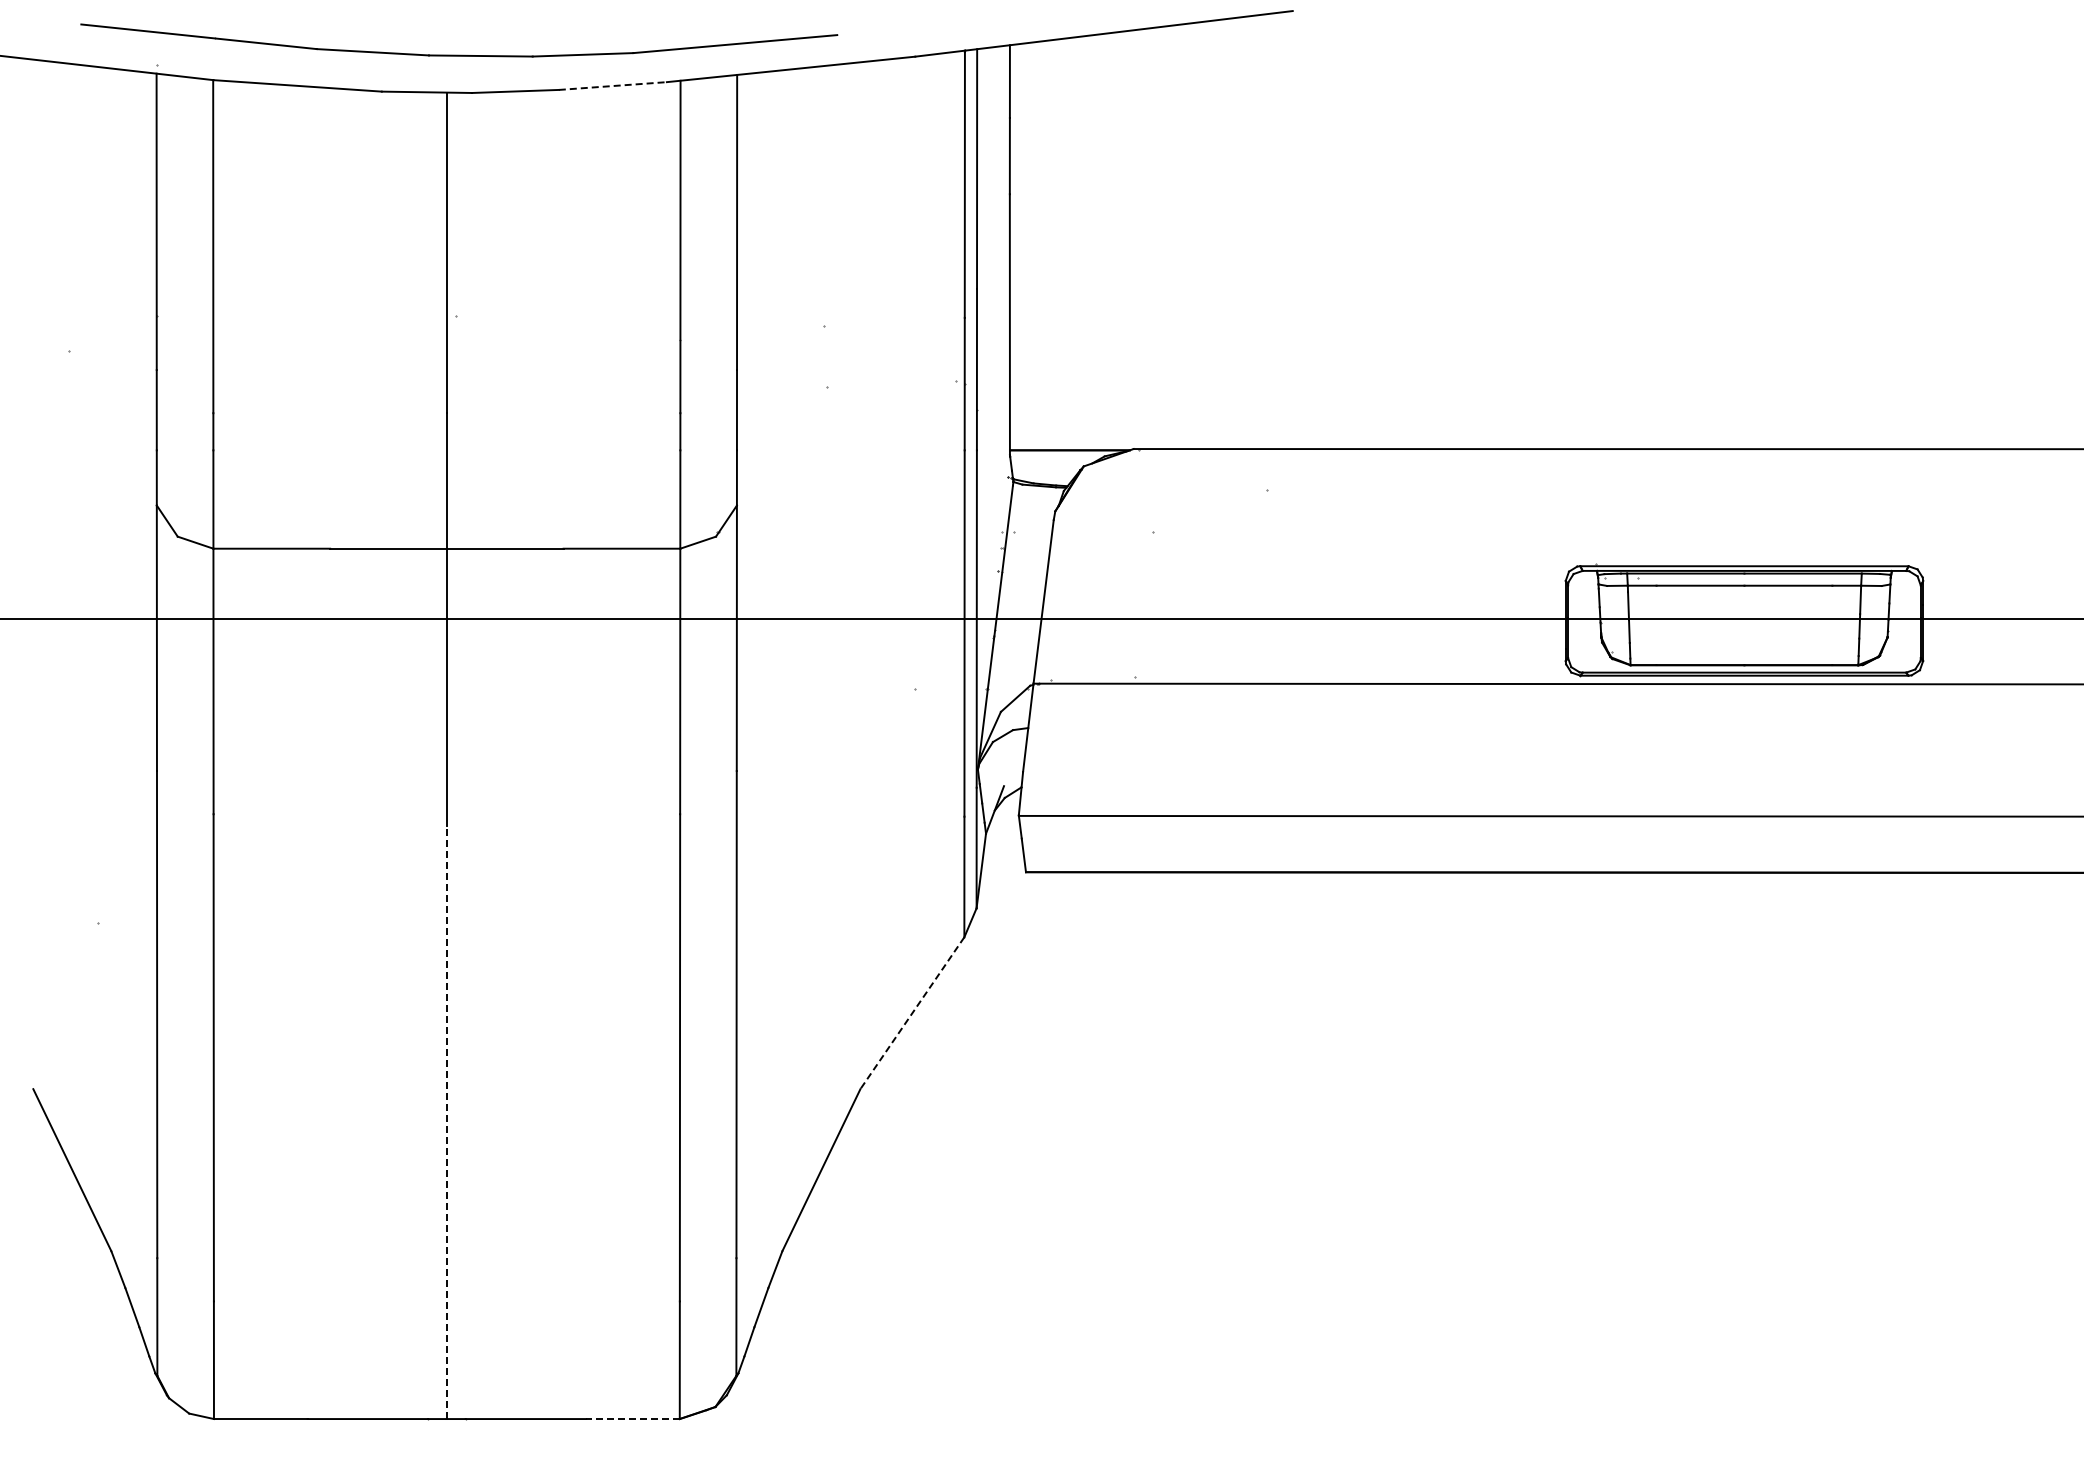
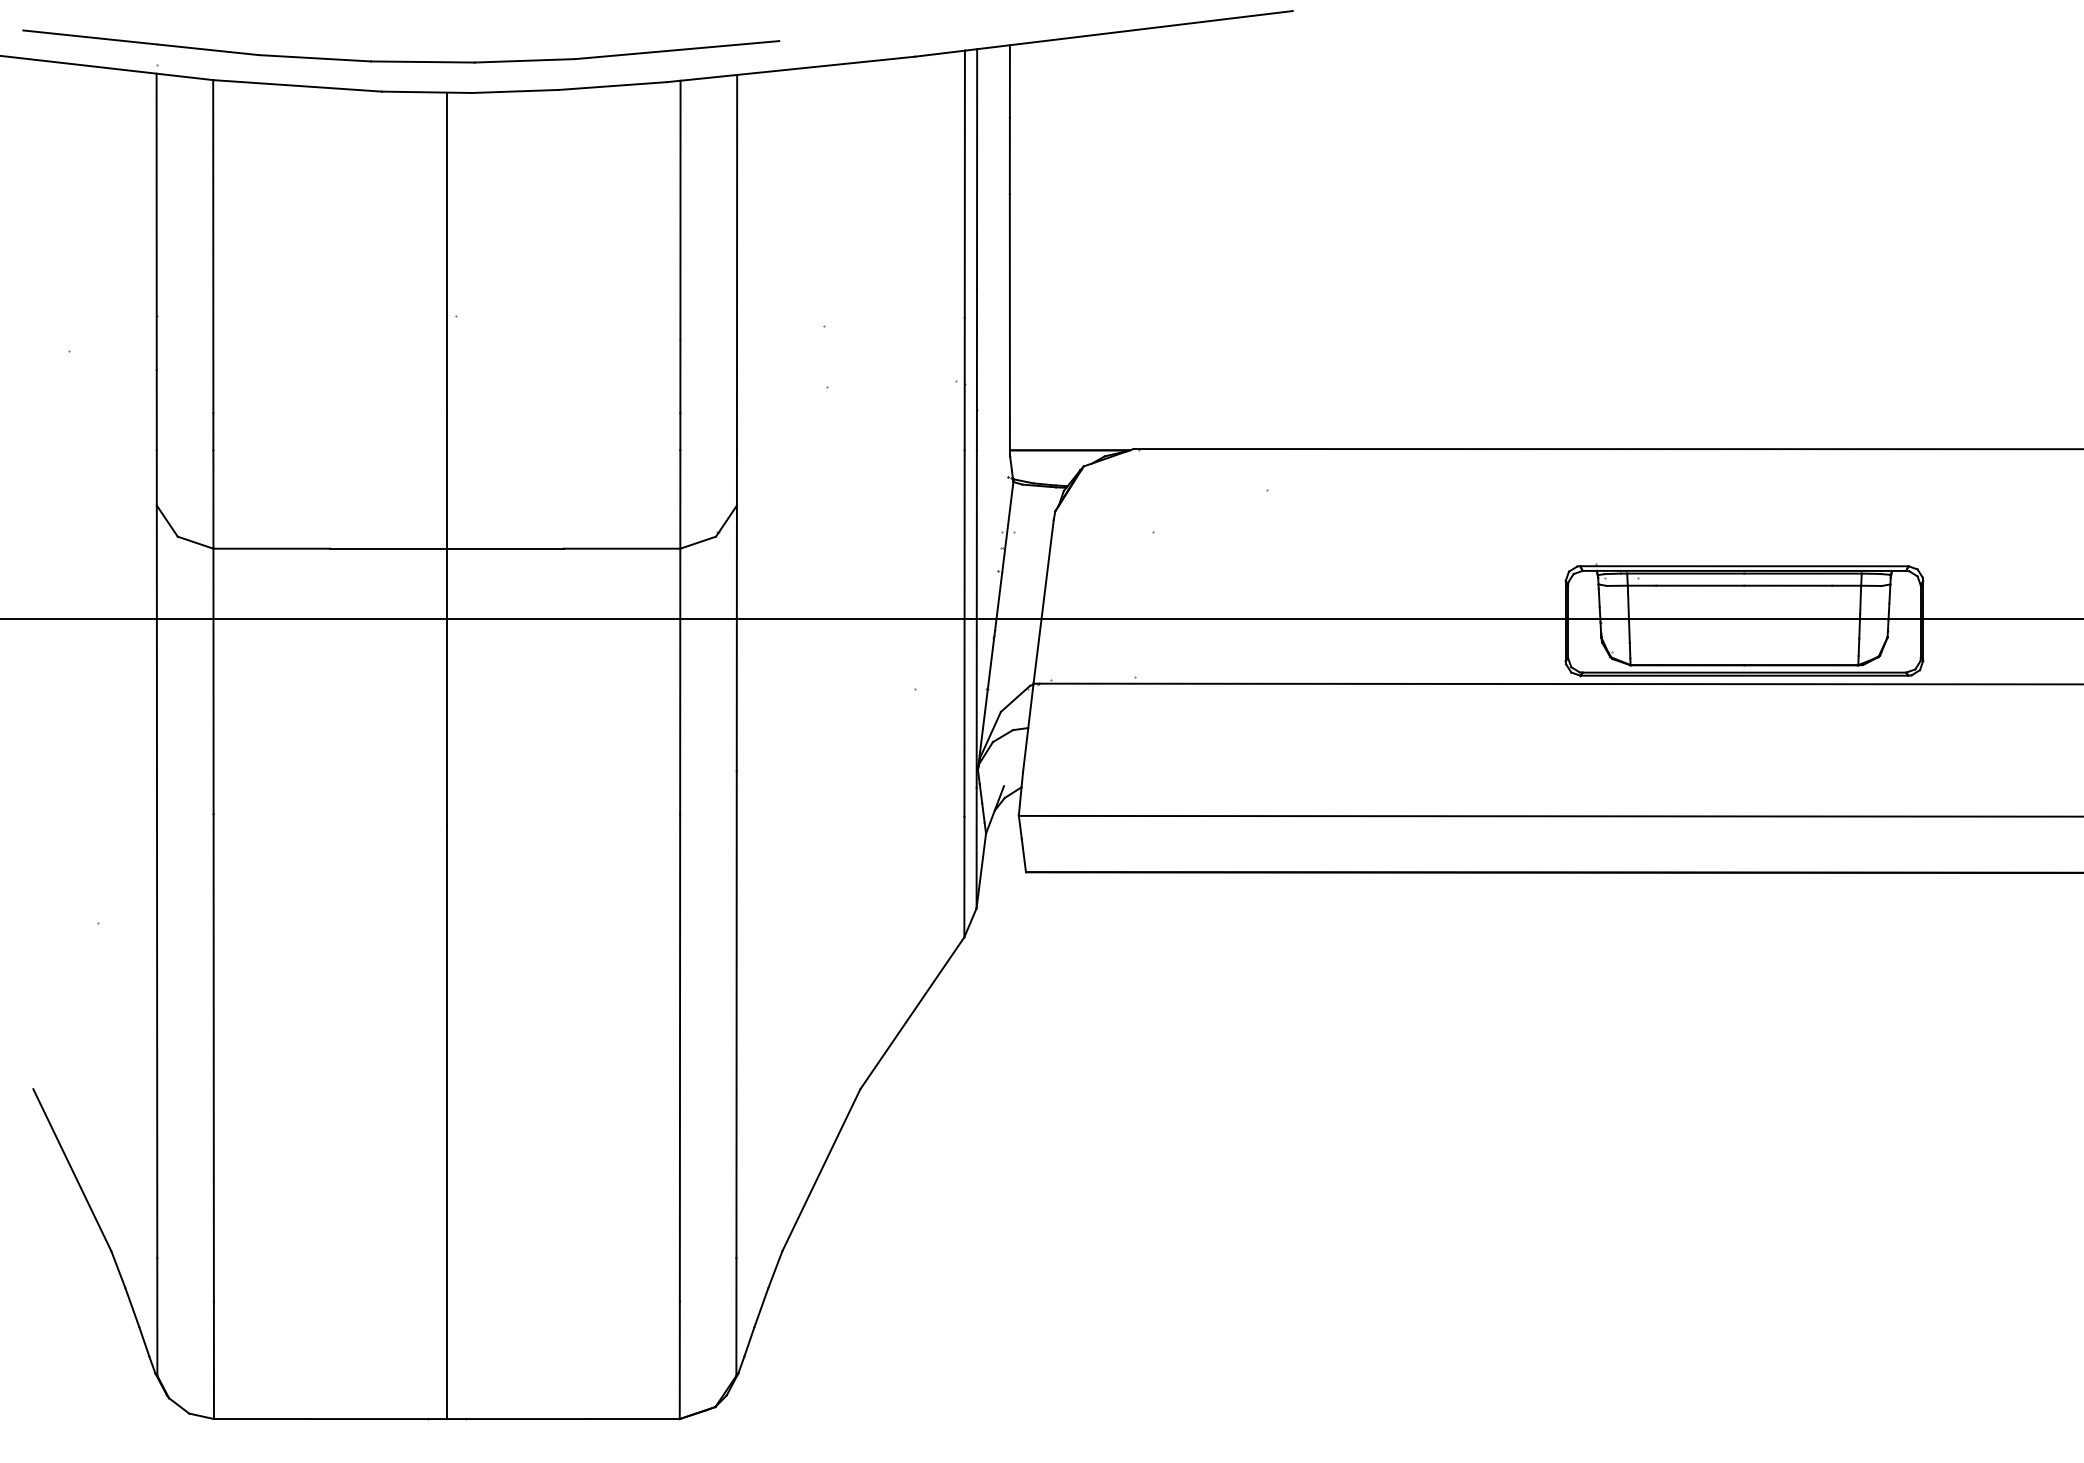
part at (459, 54) position: (459, 54) -> (401, 60)
line at (613, 86): dashed -> solid
line at (912, 1013): dashed -> solid
line at (446, 1122): dashed -> solid
line at (632, 1419): dashed -> solid
